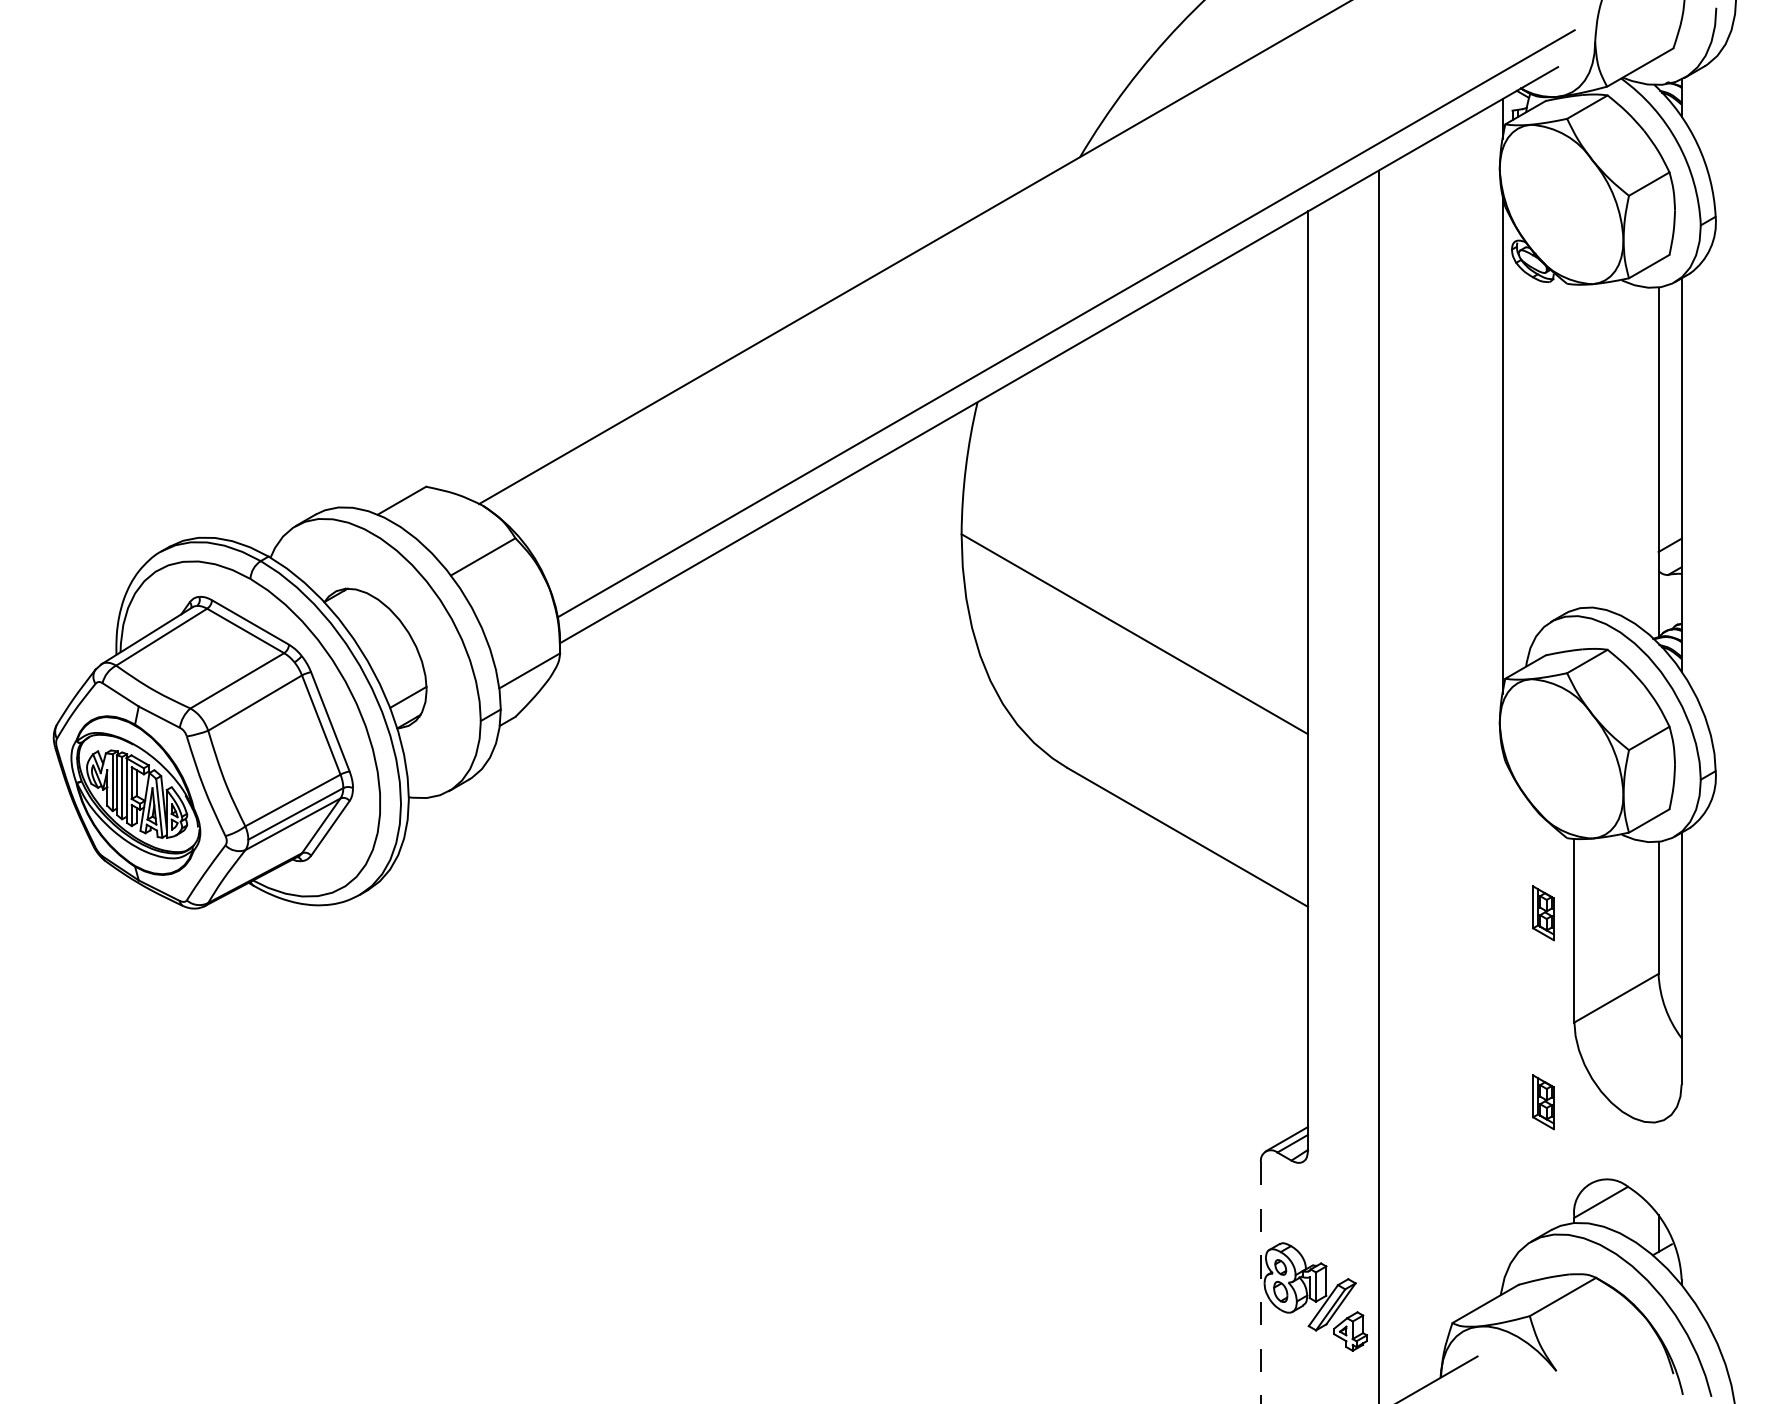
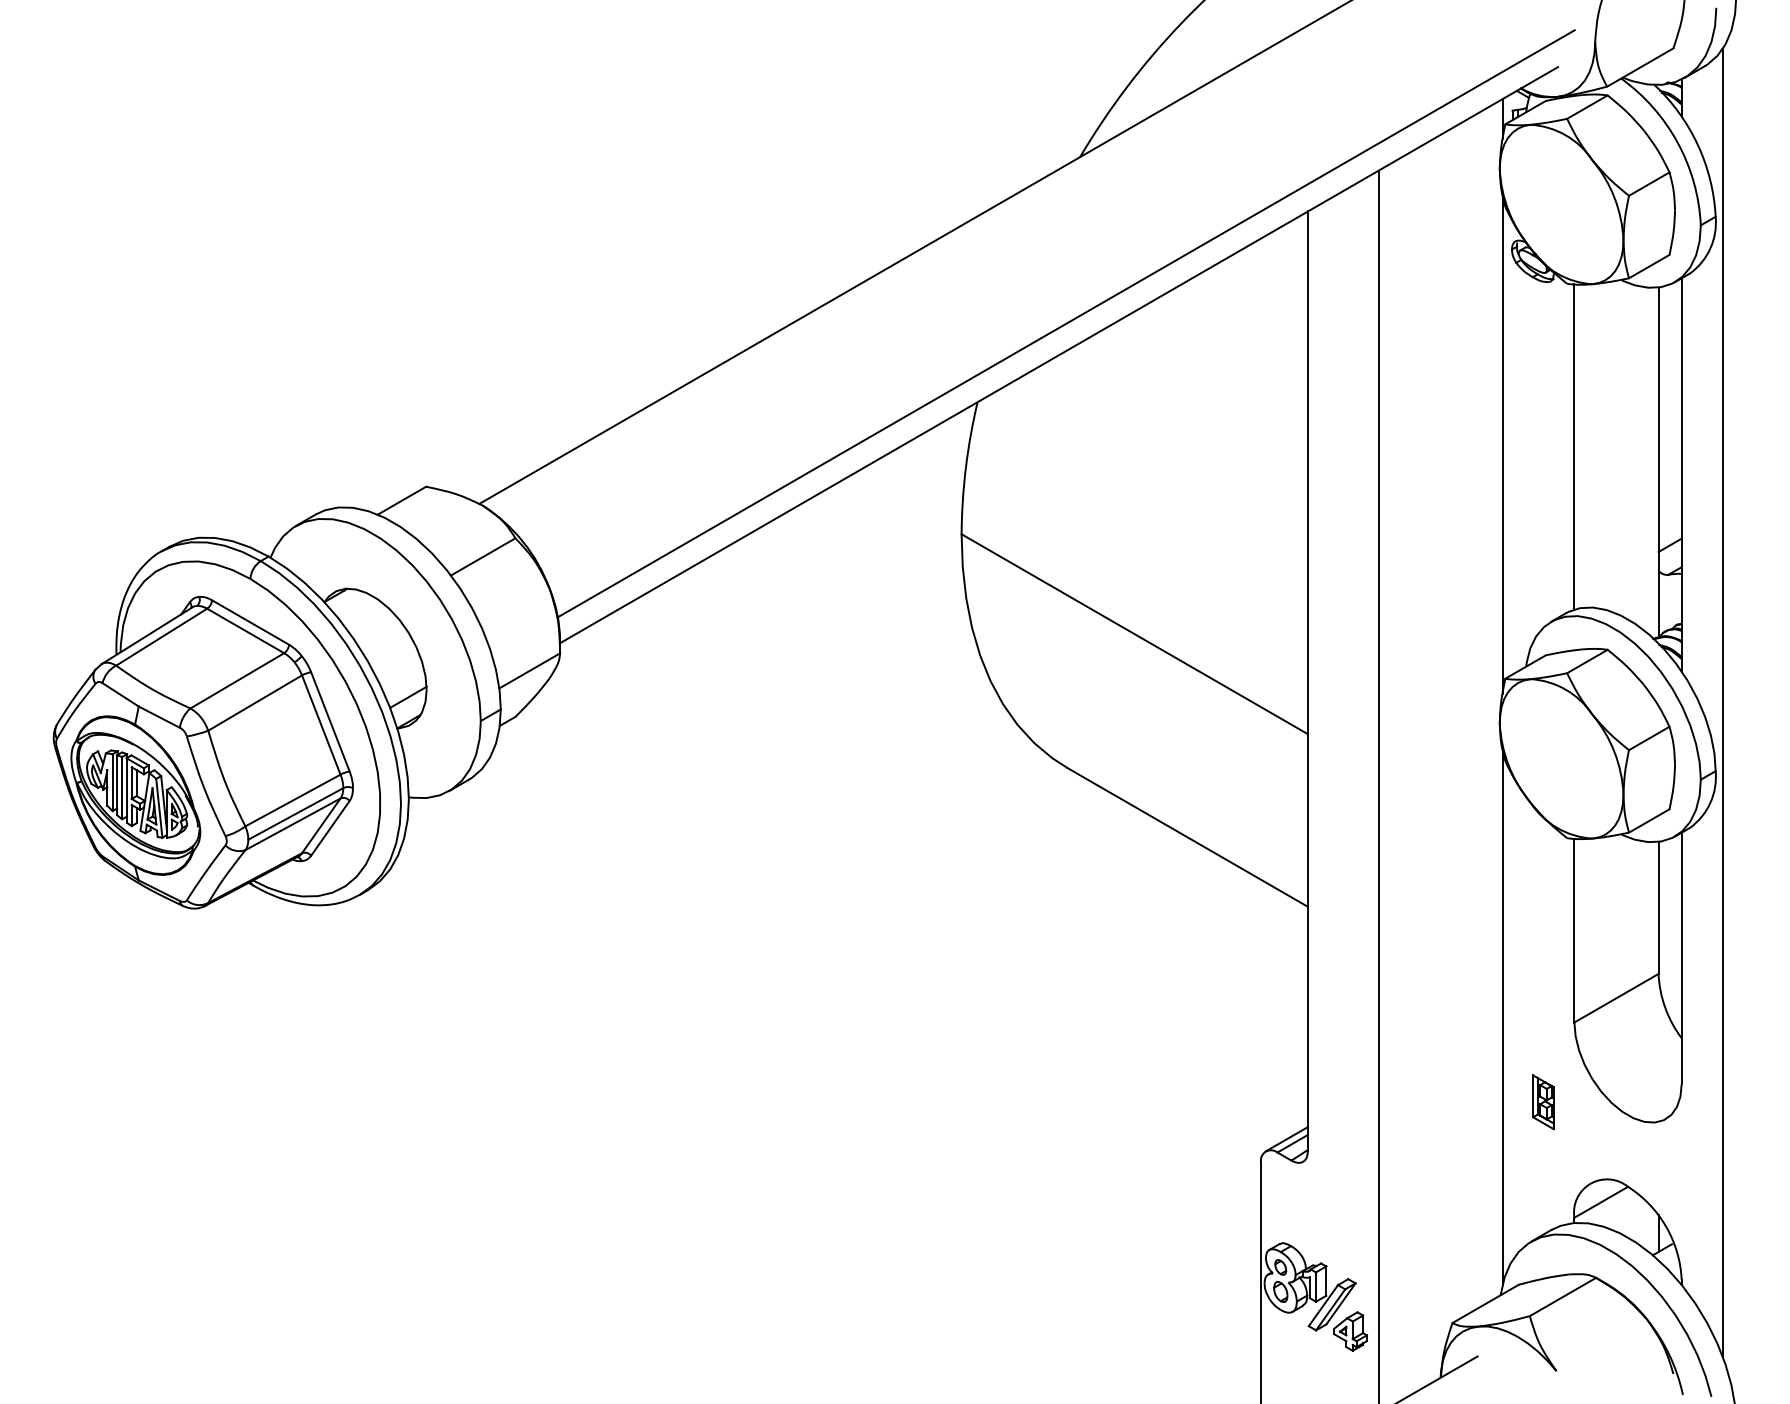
line at (1574, 446): none -> present
line at (1722, 702): none -> present
part at (1543, 913): present -> none
line at (1502, 1016): none -> present
line at (1260, 1282): dashed -> solid
